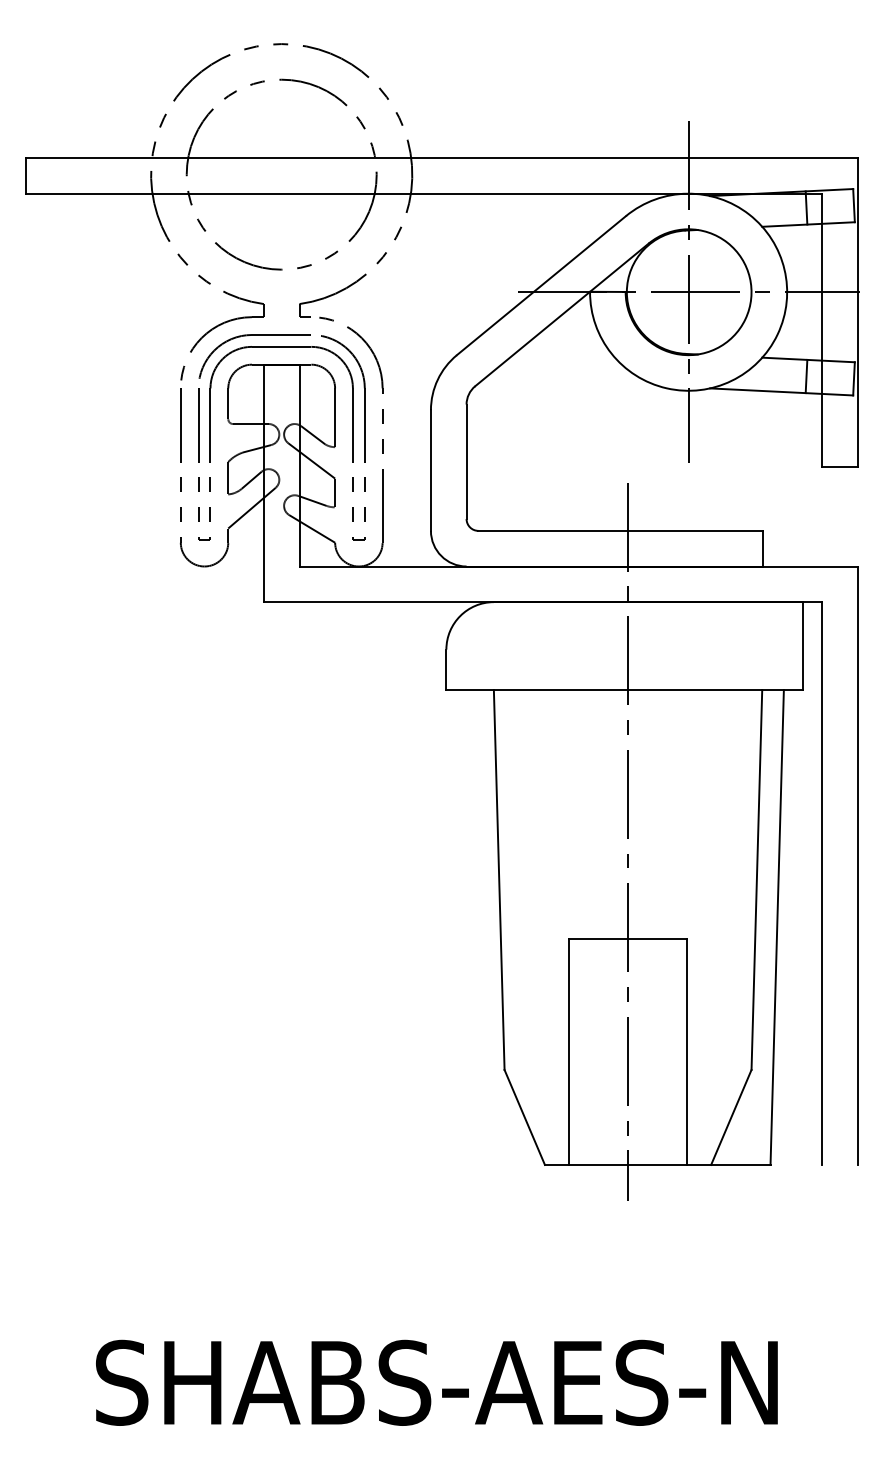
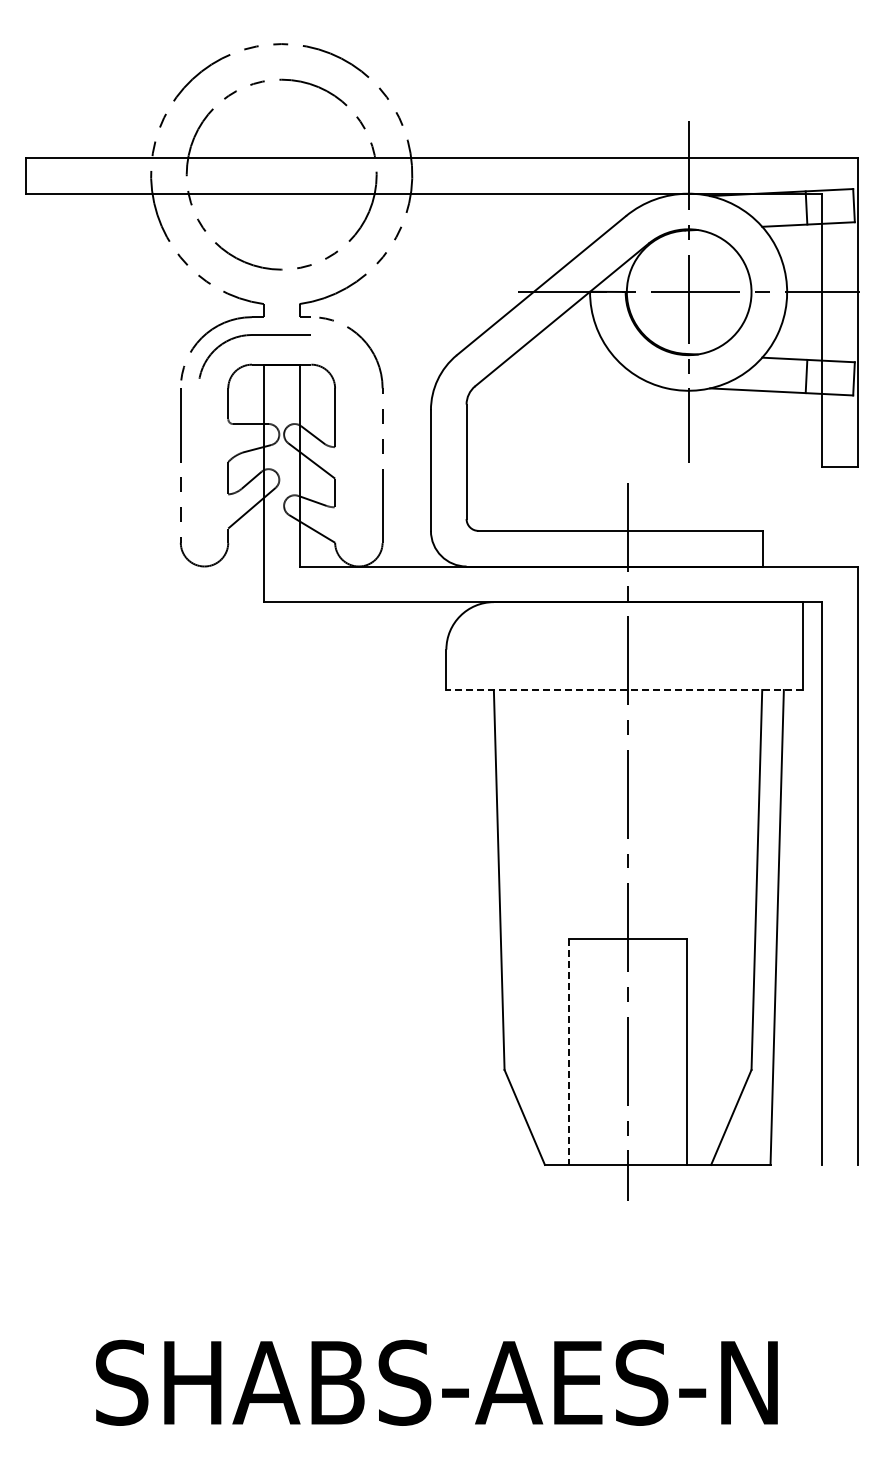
part at (210, 437): present -> none
line at (623, 690): solid -> dashed
line at (568, 1052): solid -> dashed
